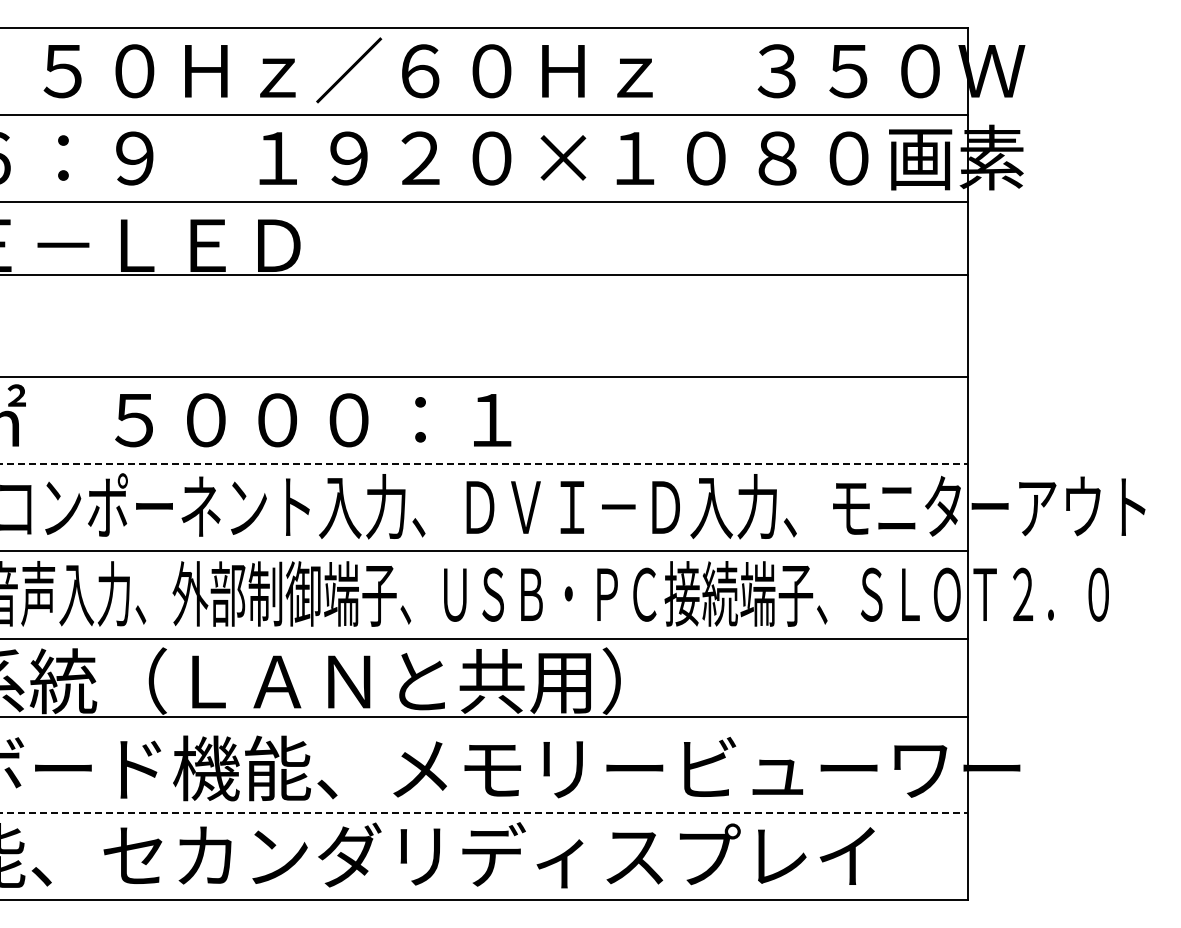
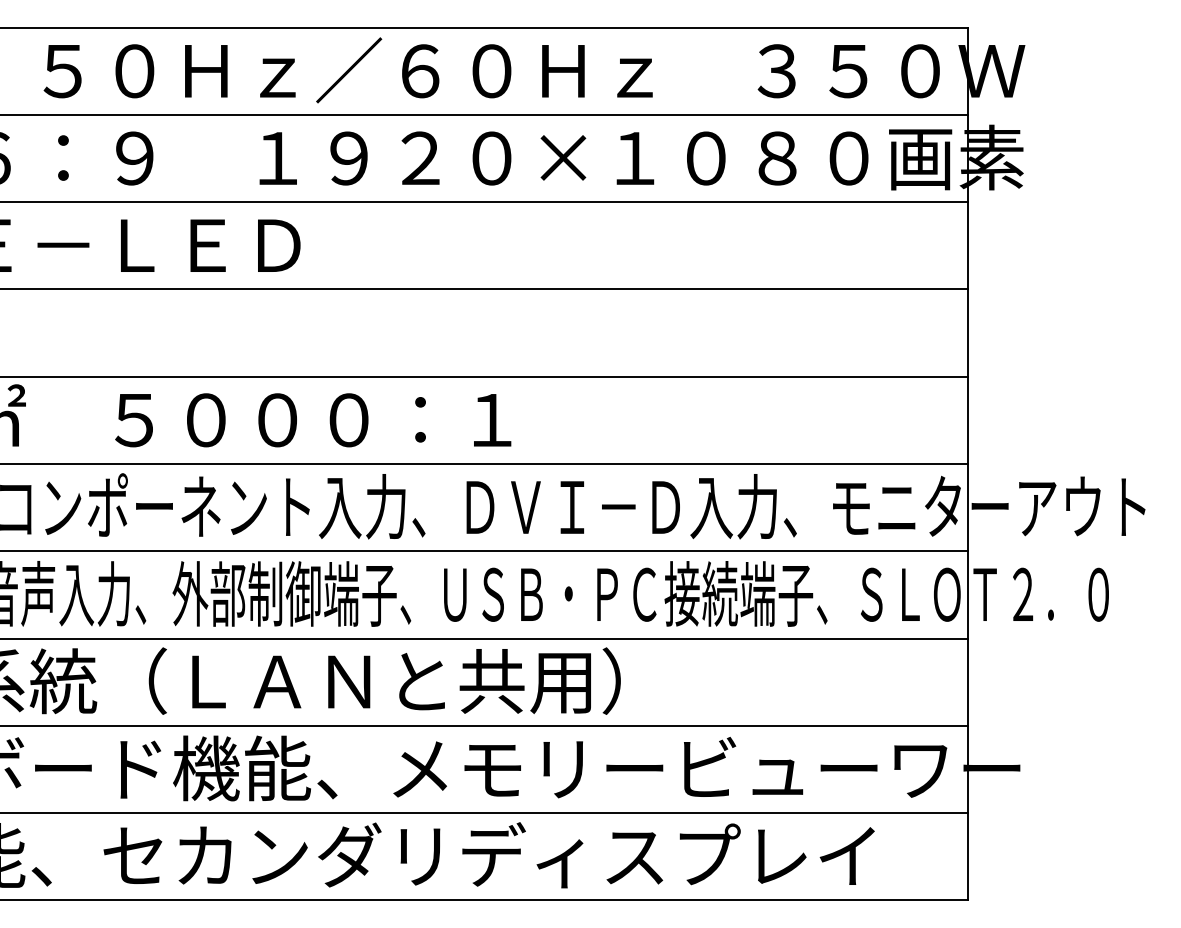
line at (484, 275) position: (484, 275) -> (484, 289)
line at (484, 463): dashed -> solid
line at (484, 716) position: (484, 716) -> (484, 725)
line at (484, 813): dashed -> solid
